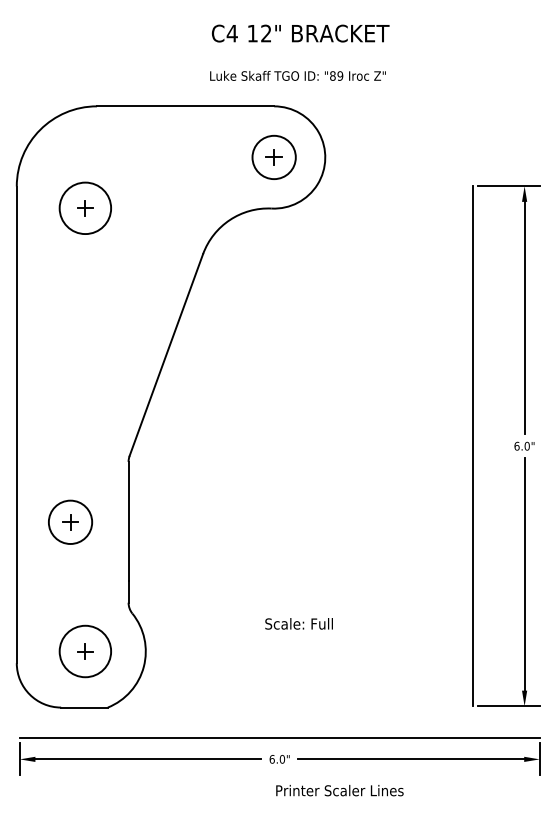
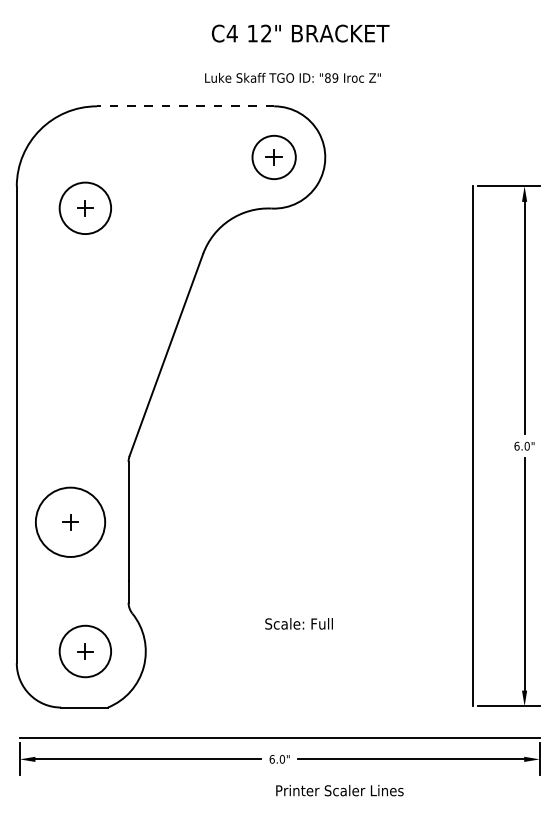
text at (297, 75) position: (297, 75) -> (292, 77)
line at (185, 106): solid -> dashed
circle at (70, 521) diameter: 43 px -> 69 px
